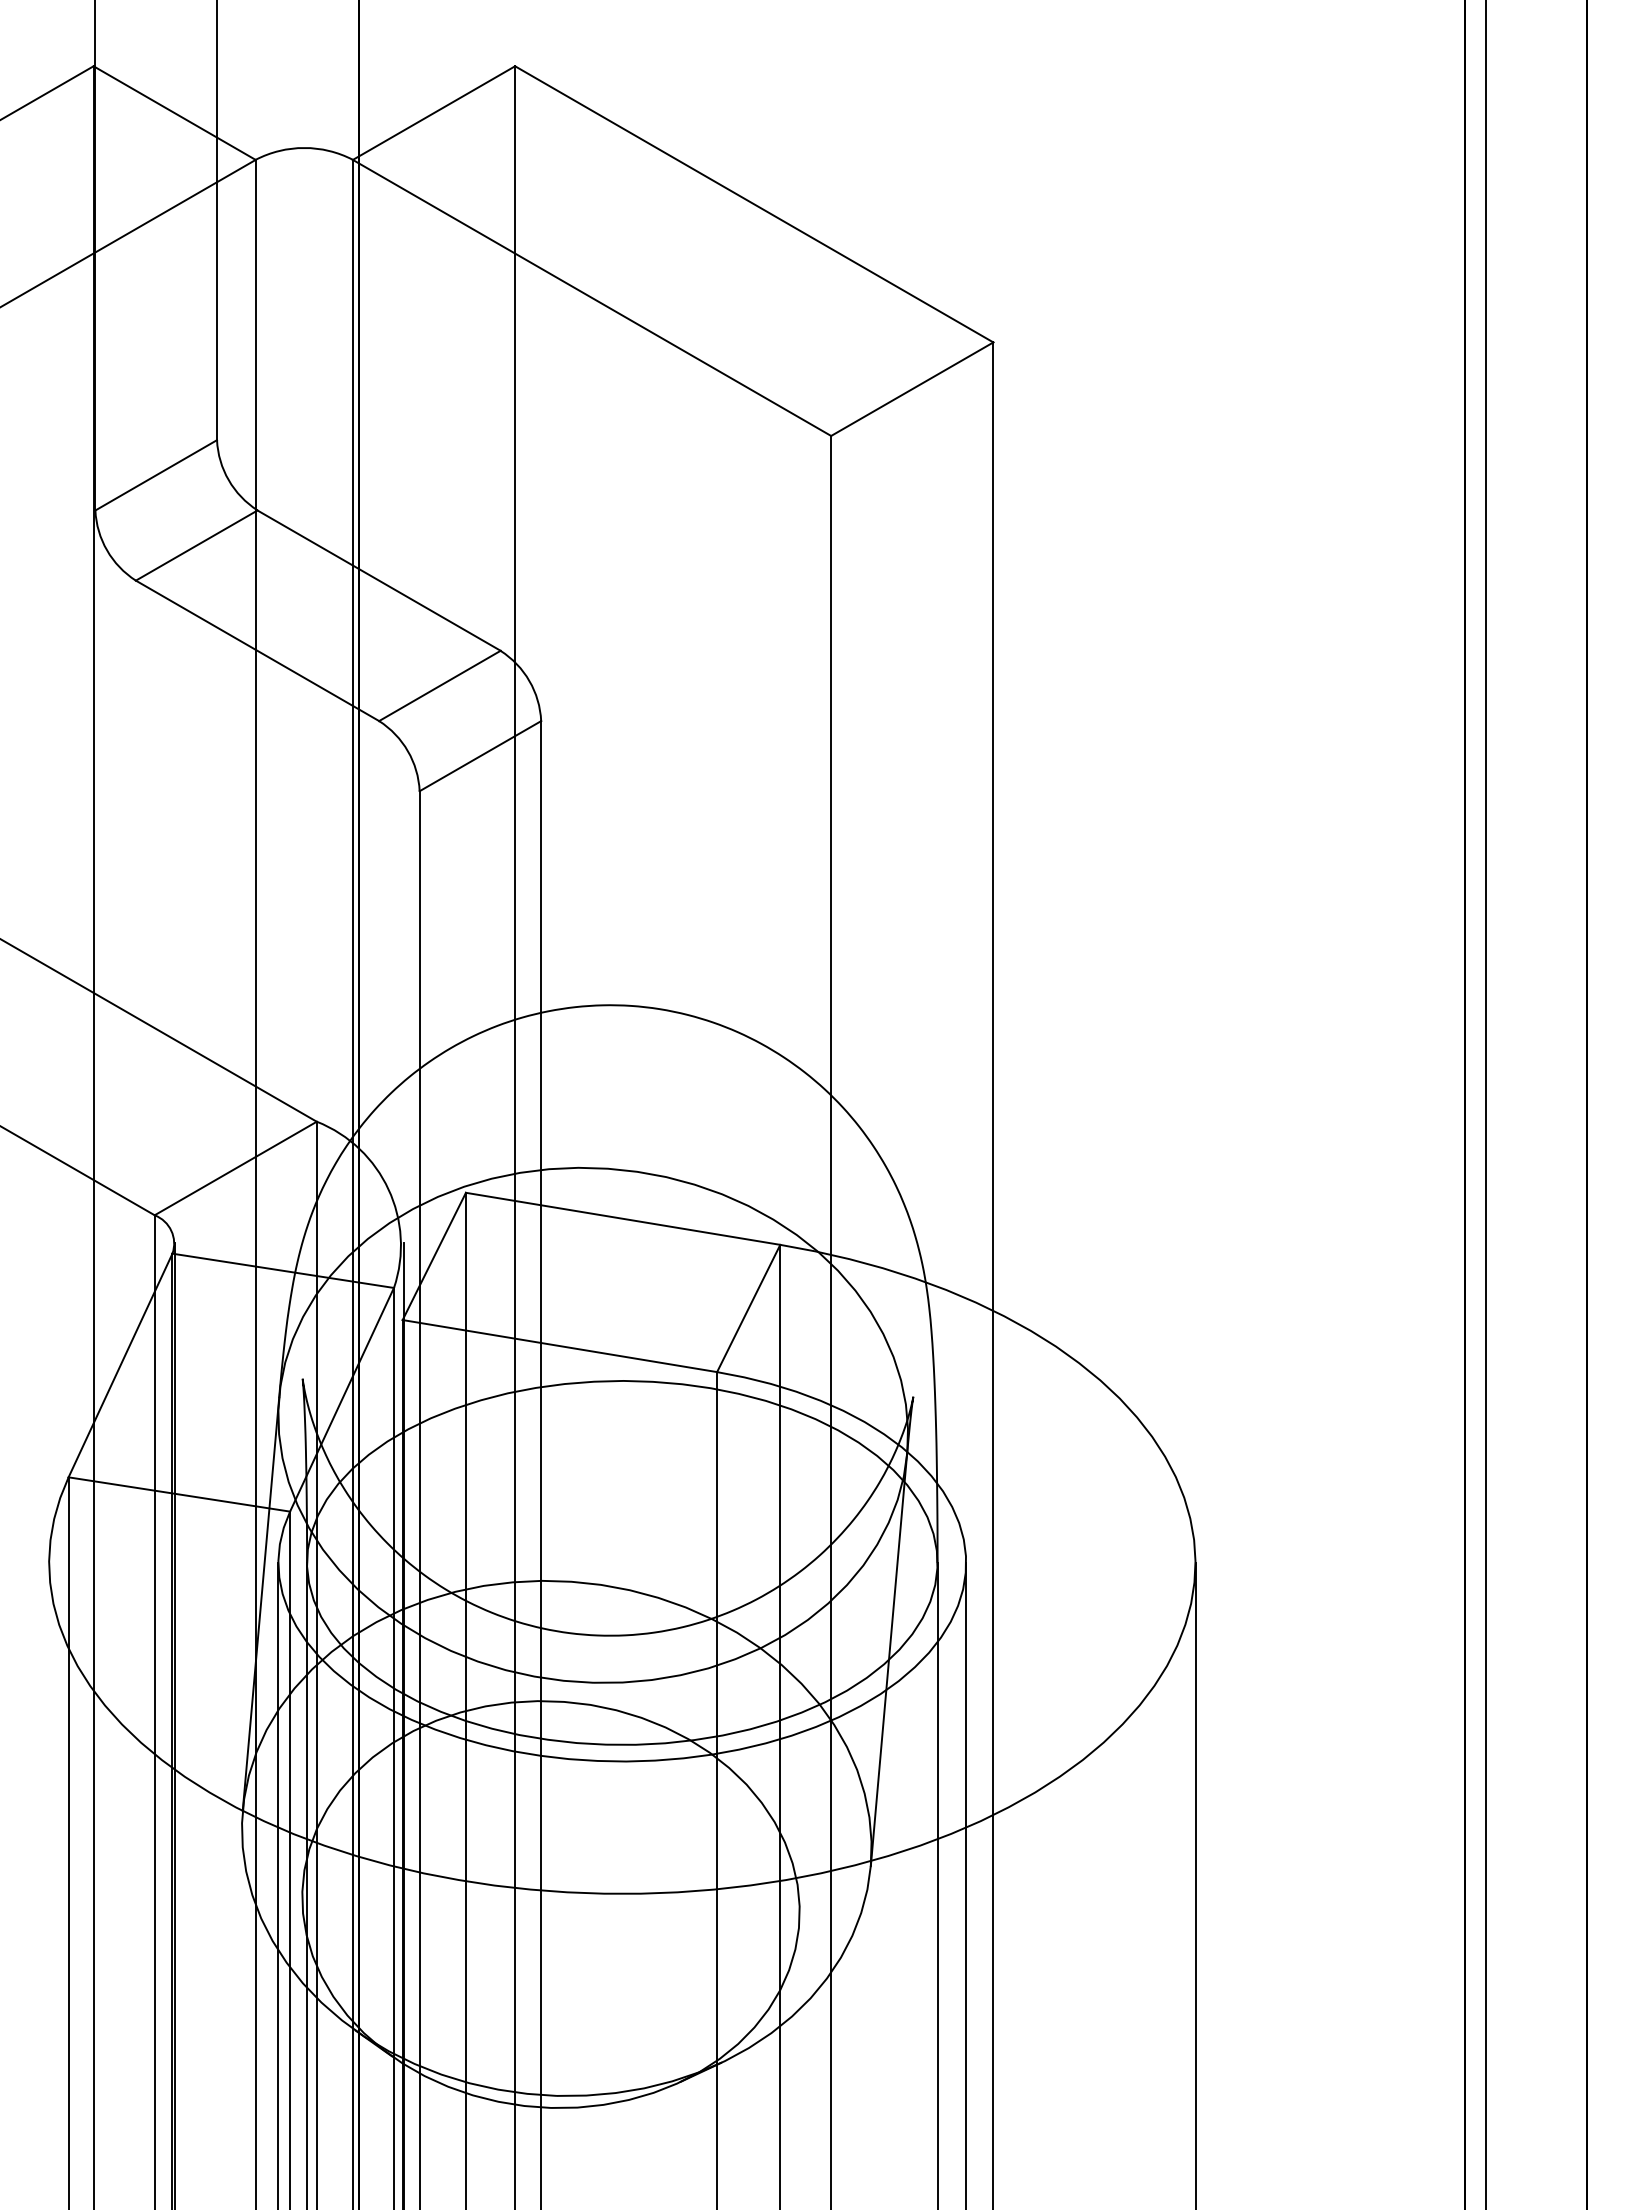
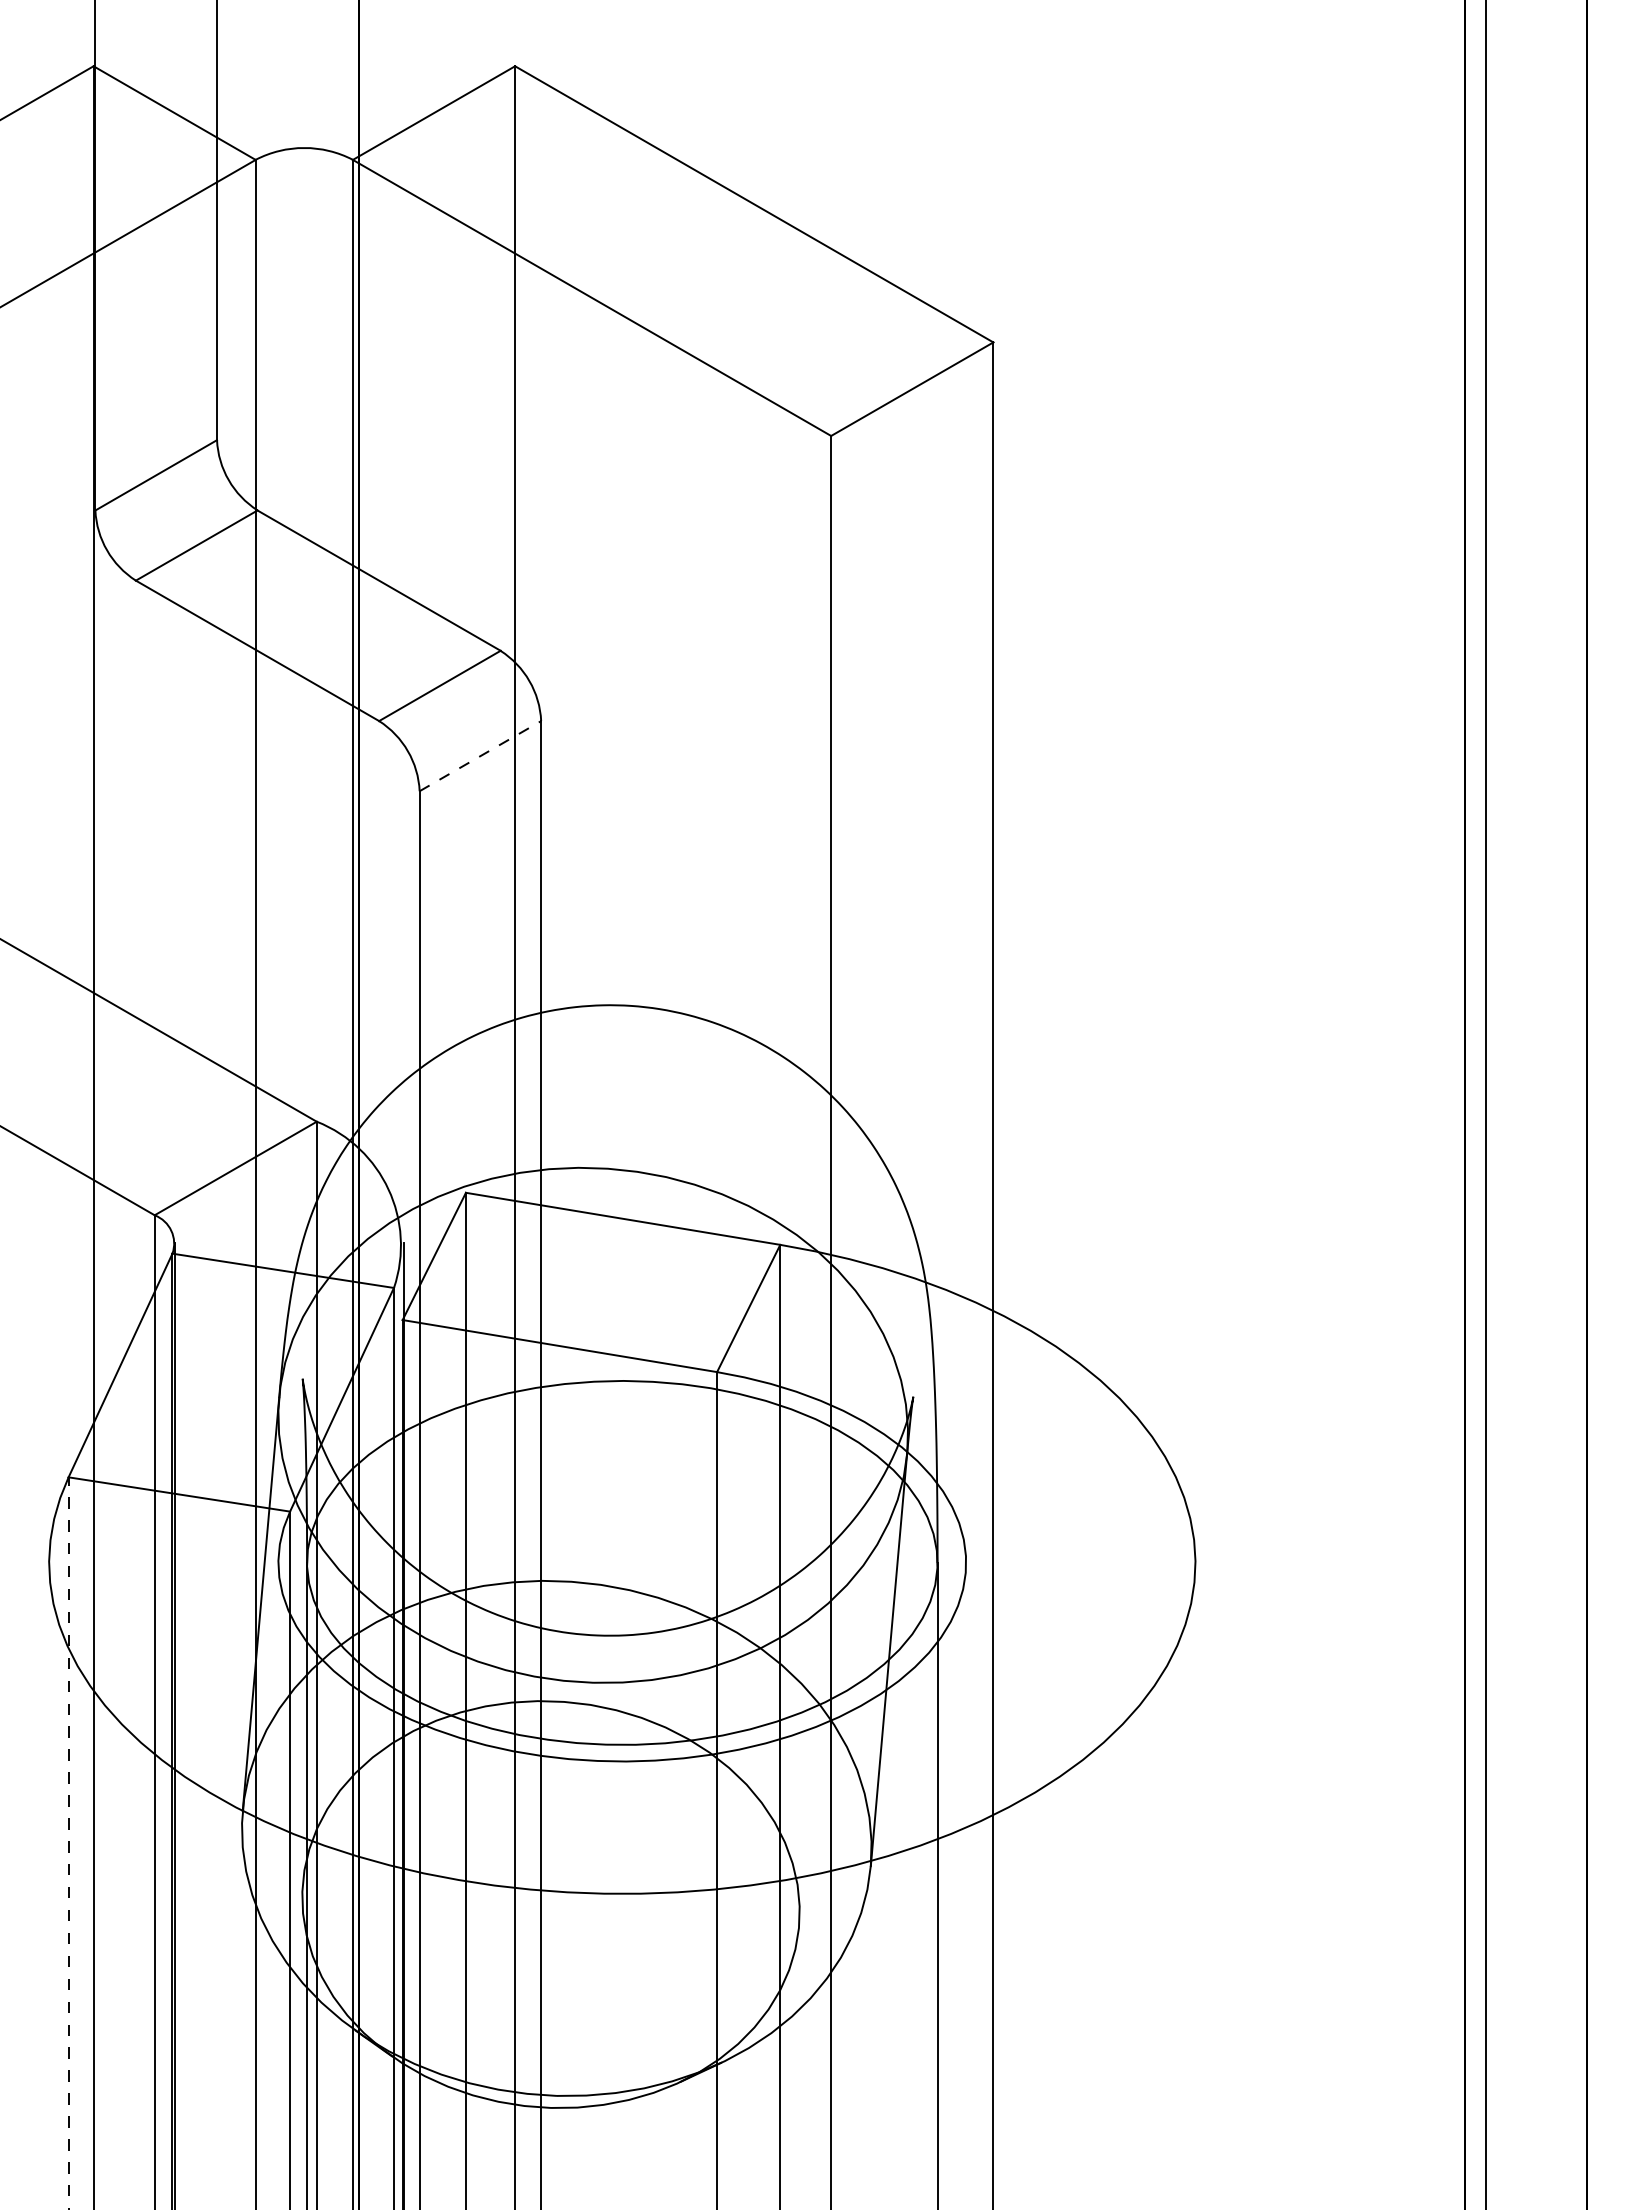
line at (480, 755): solid -> dashed
line at (68, 1843): solid -> dashed
line at (278, 1884): present -> none
line at (966, 1884): present -> none
line at (1195, 1884): present -> none
